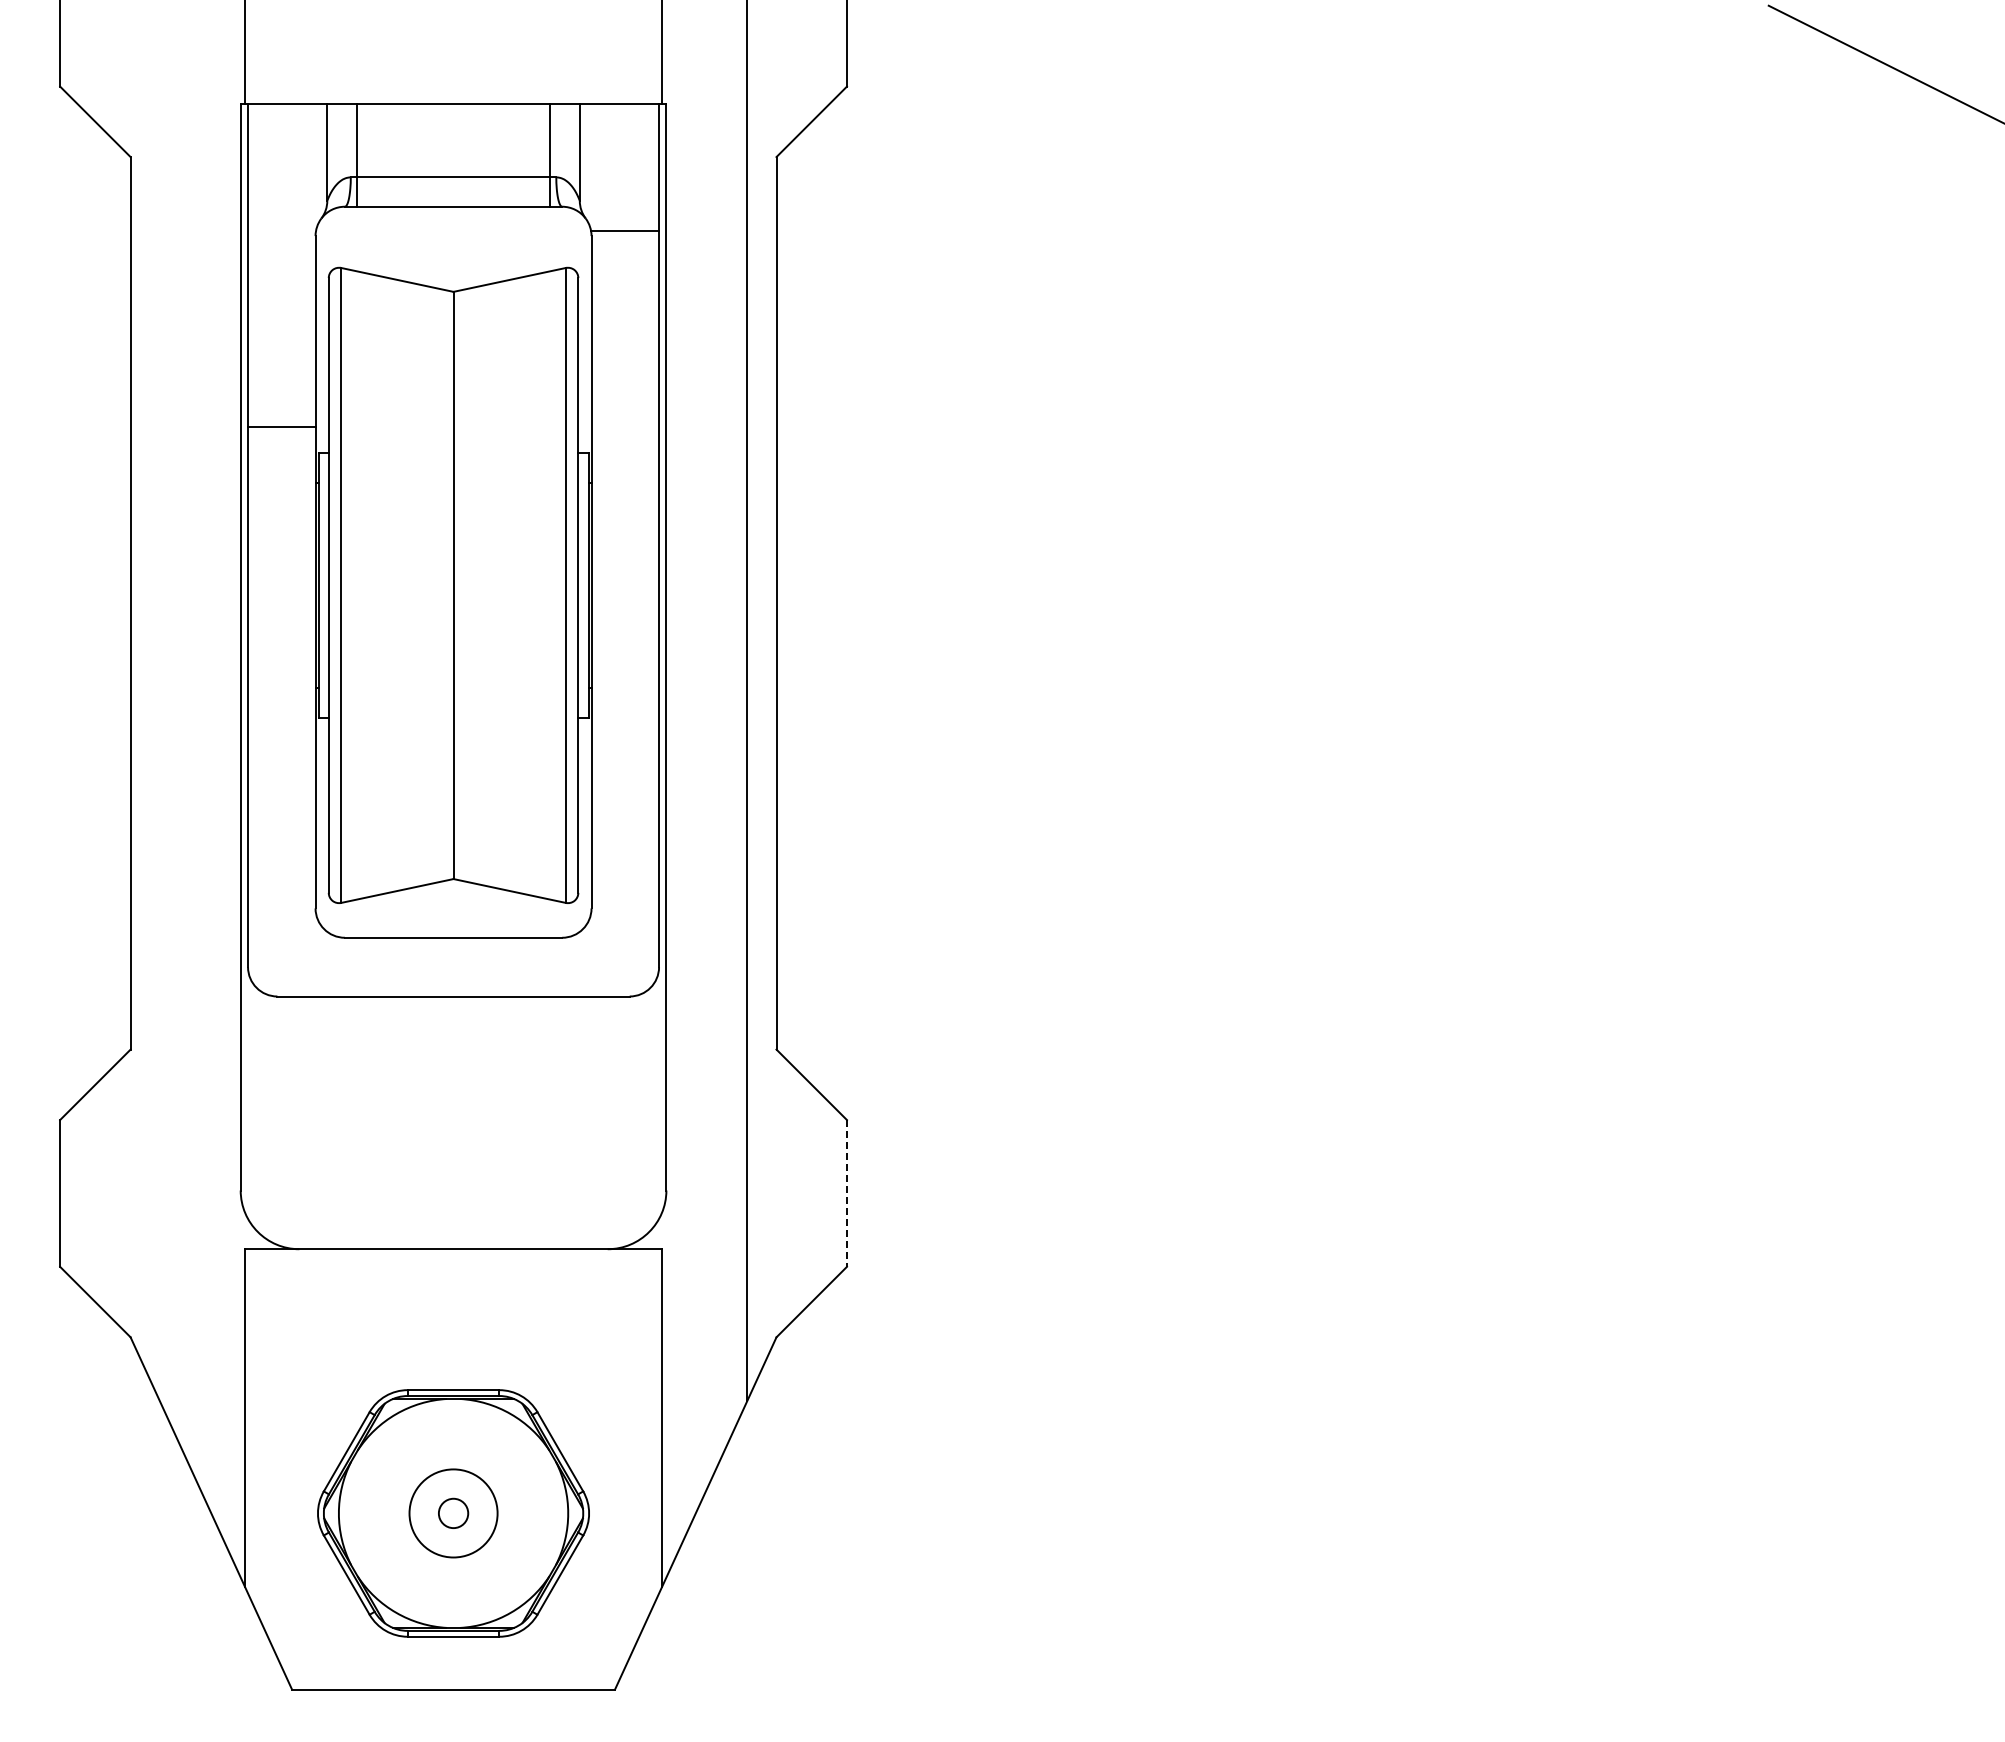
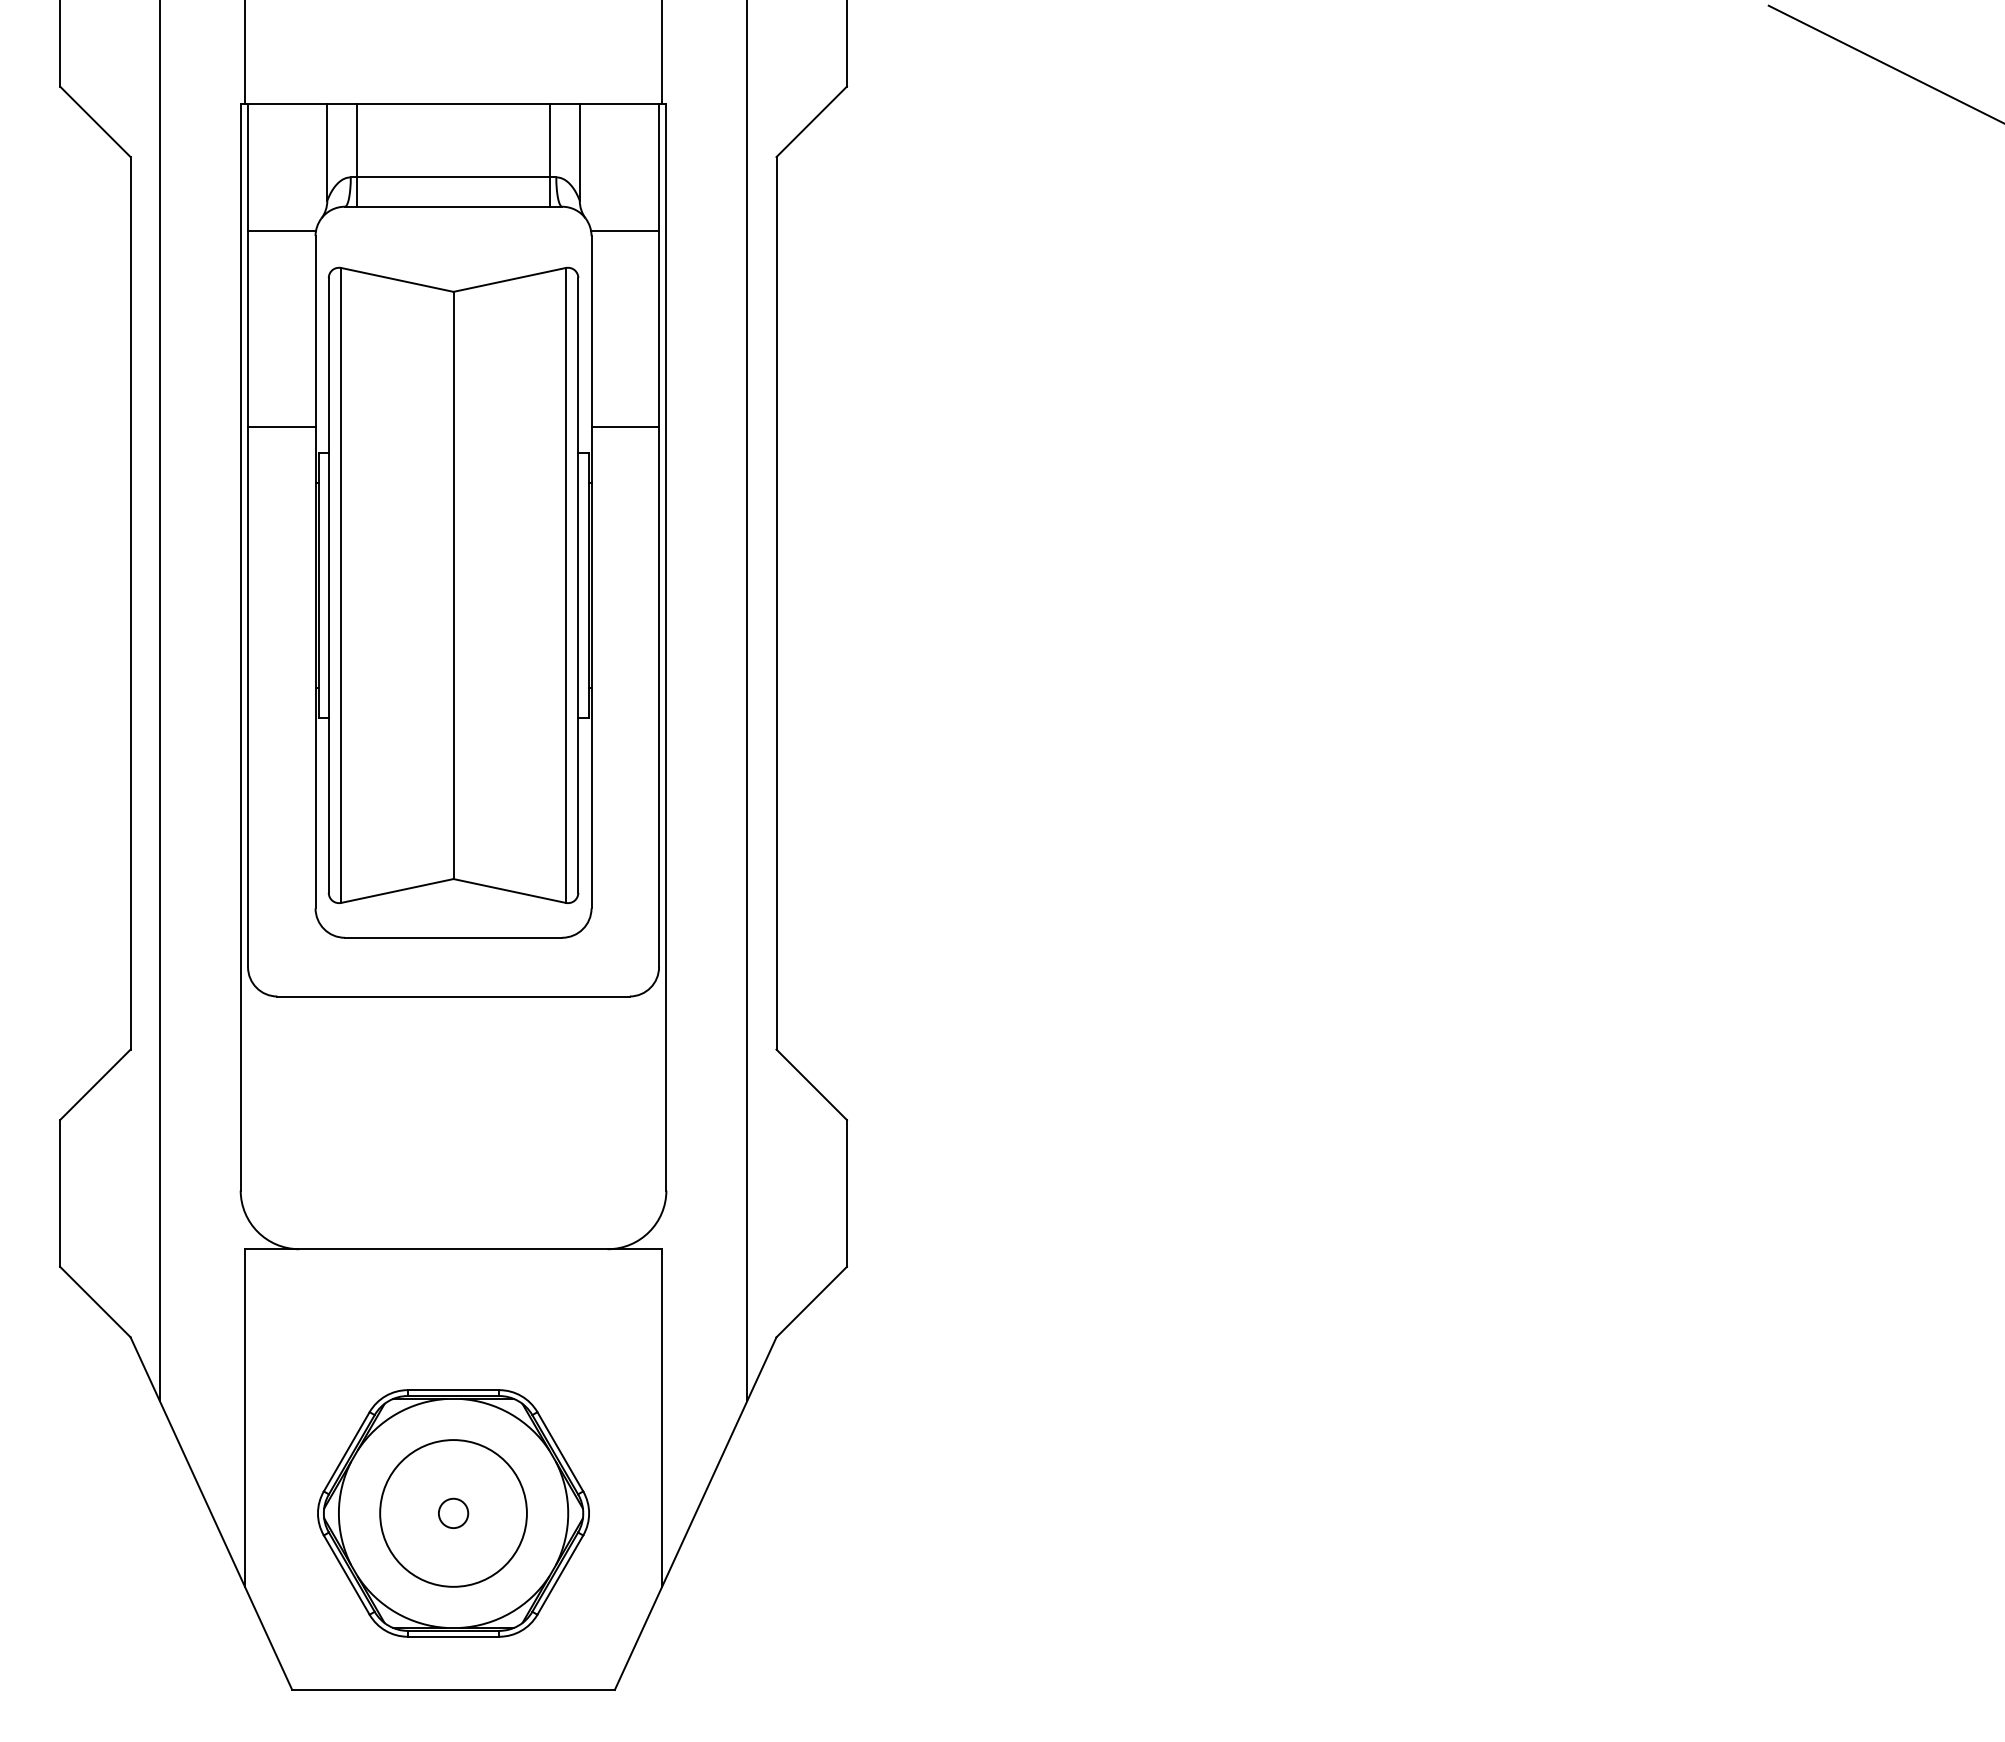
line at (281, 231): none -> present
line at (625, 426): none -> present
line at (159, 701): none -> present
line at (846, 1193): dashed -> solid
circle at (453, 1513) diameter: 88 px -> 147 px
